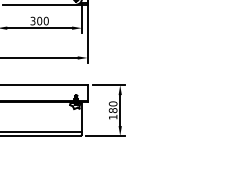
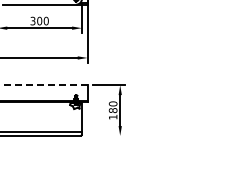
line at (43, 85): solid -> dashed
line at (105, 135): present -> none
